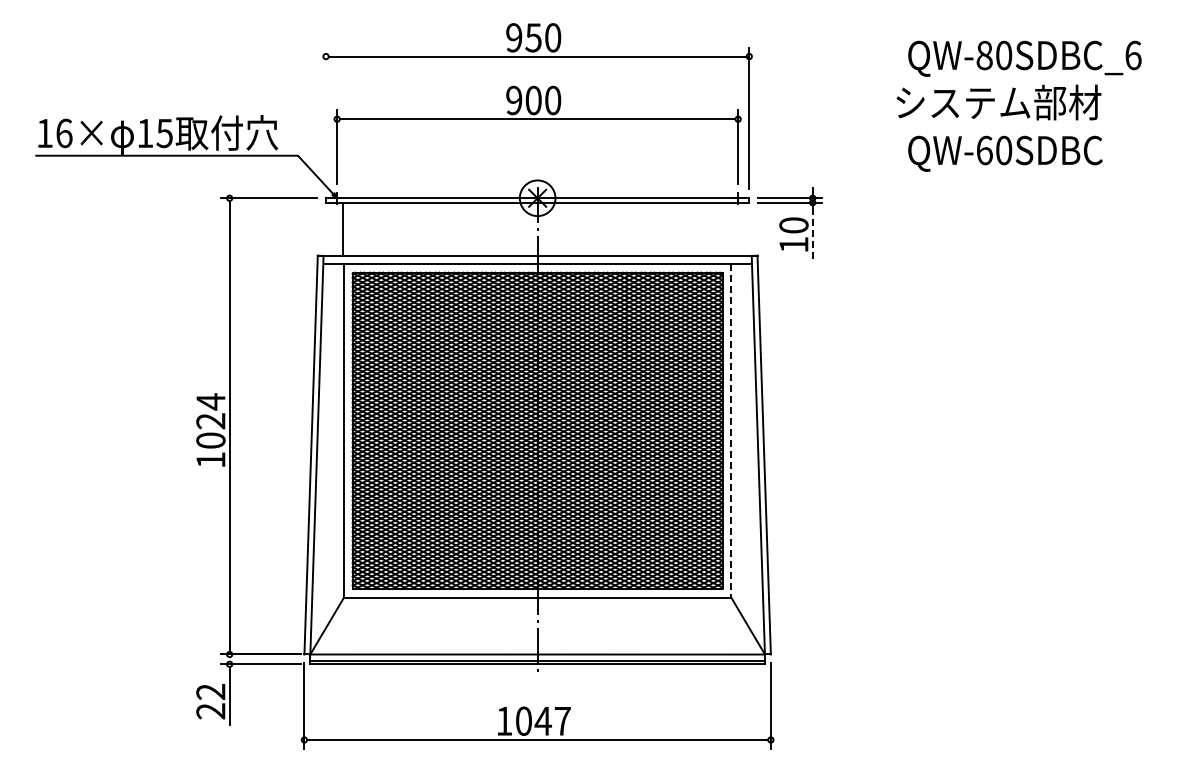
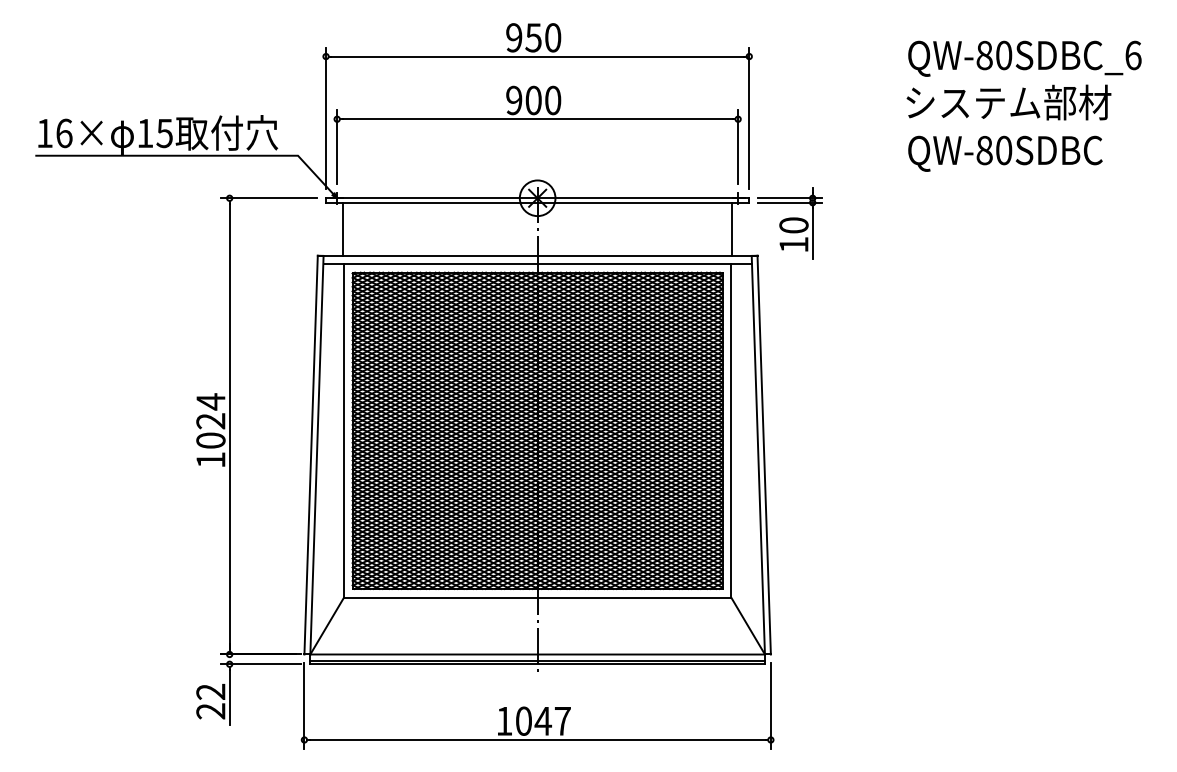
text at (998, 102) position: (998, 102) -> (1008, 102)
line at (326, 118): none -> present
text at (984, 150): QW-60SDBC -> QW-80SDBC
line at (731, 228): none -> present
line at (812, 234): dashed -> solid
line at (731, 431): dashed -> solid
